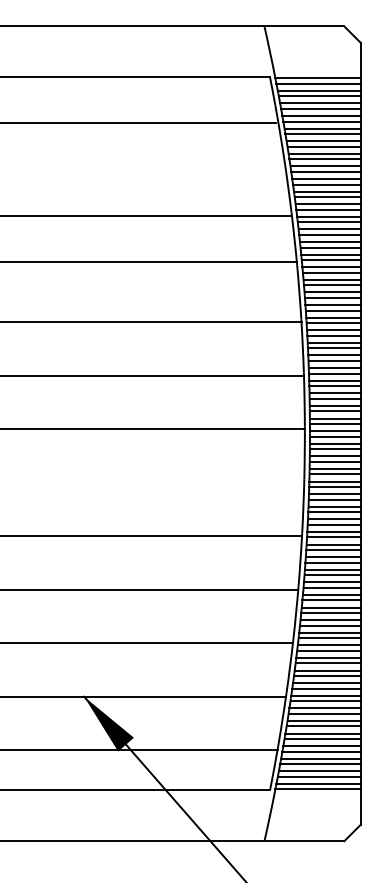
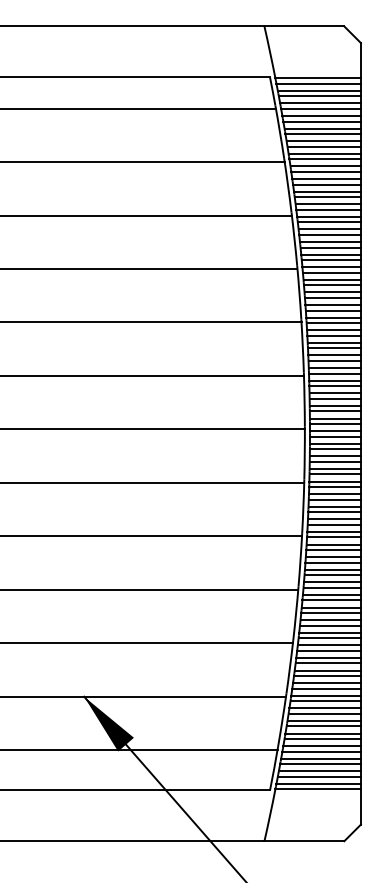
line at (138, 122) position: (138, 122) -> (138, 108)
line at (143, 162): none -> present
line at (149, 261) position: (149, 261) -> (149, 268)
line at (153, 482): none -> present
